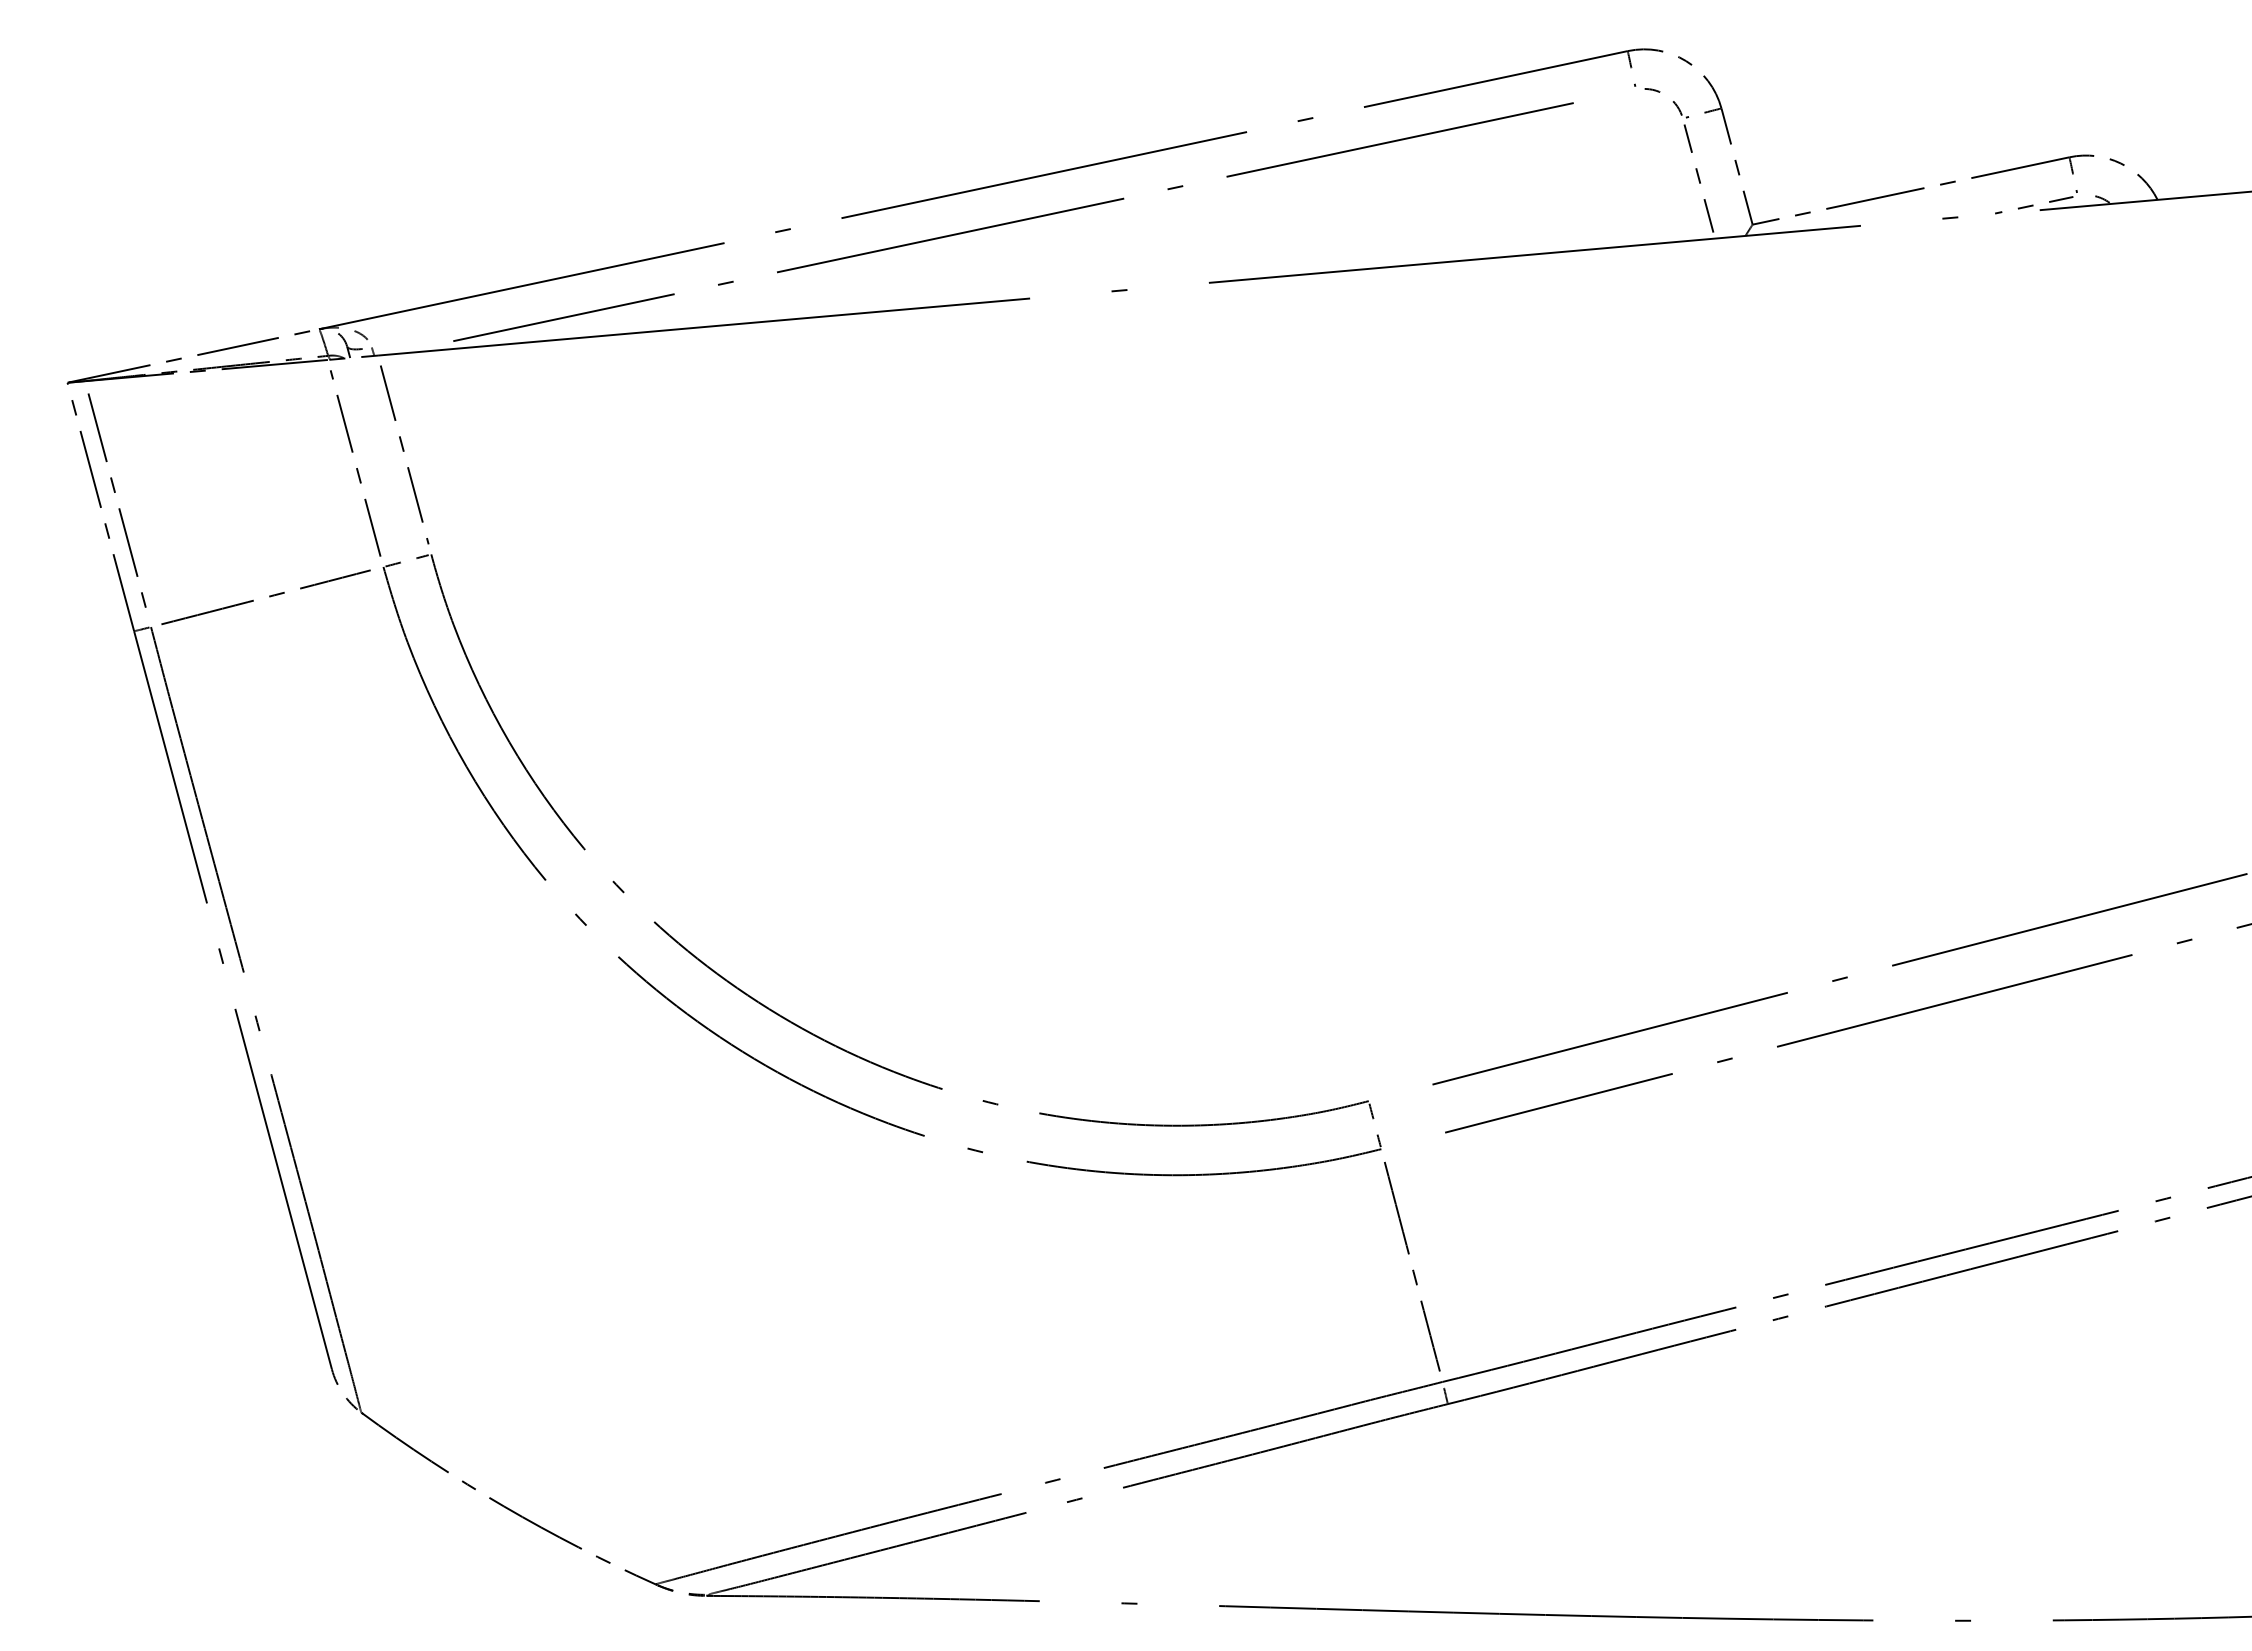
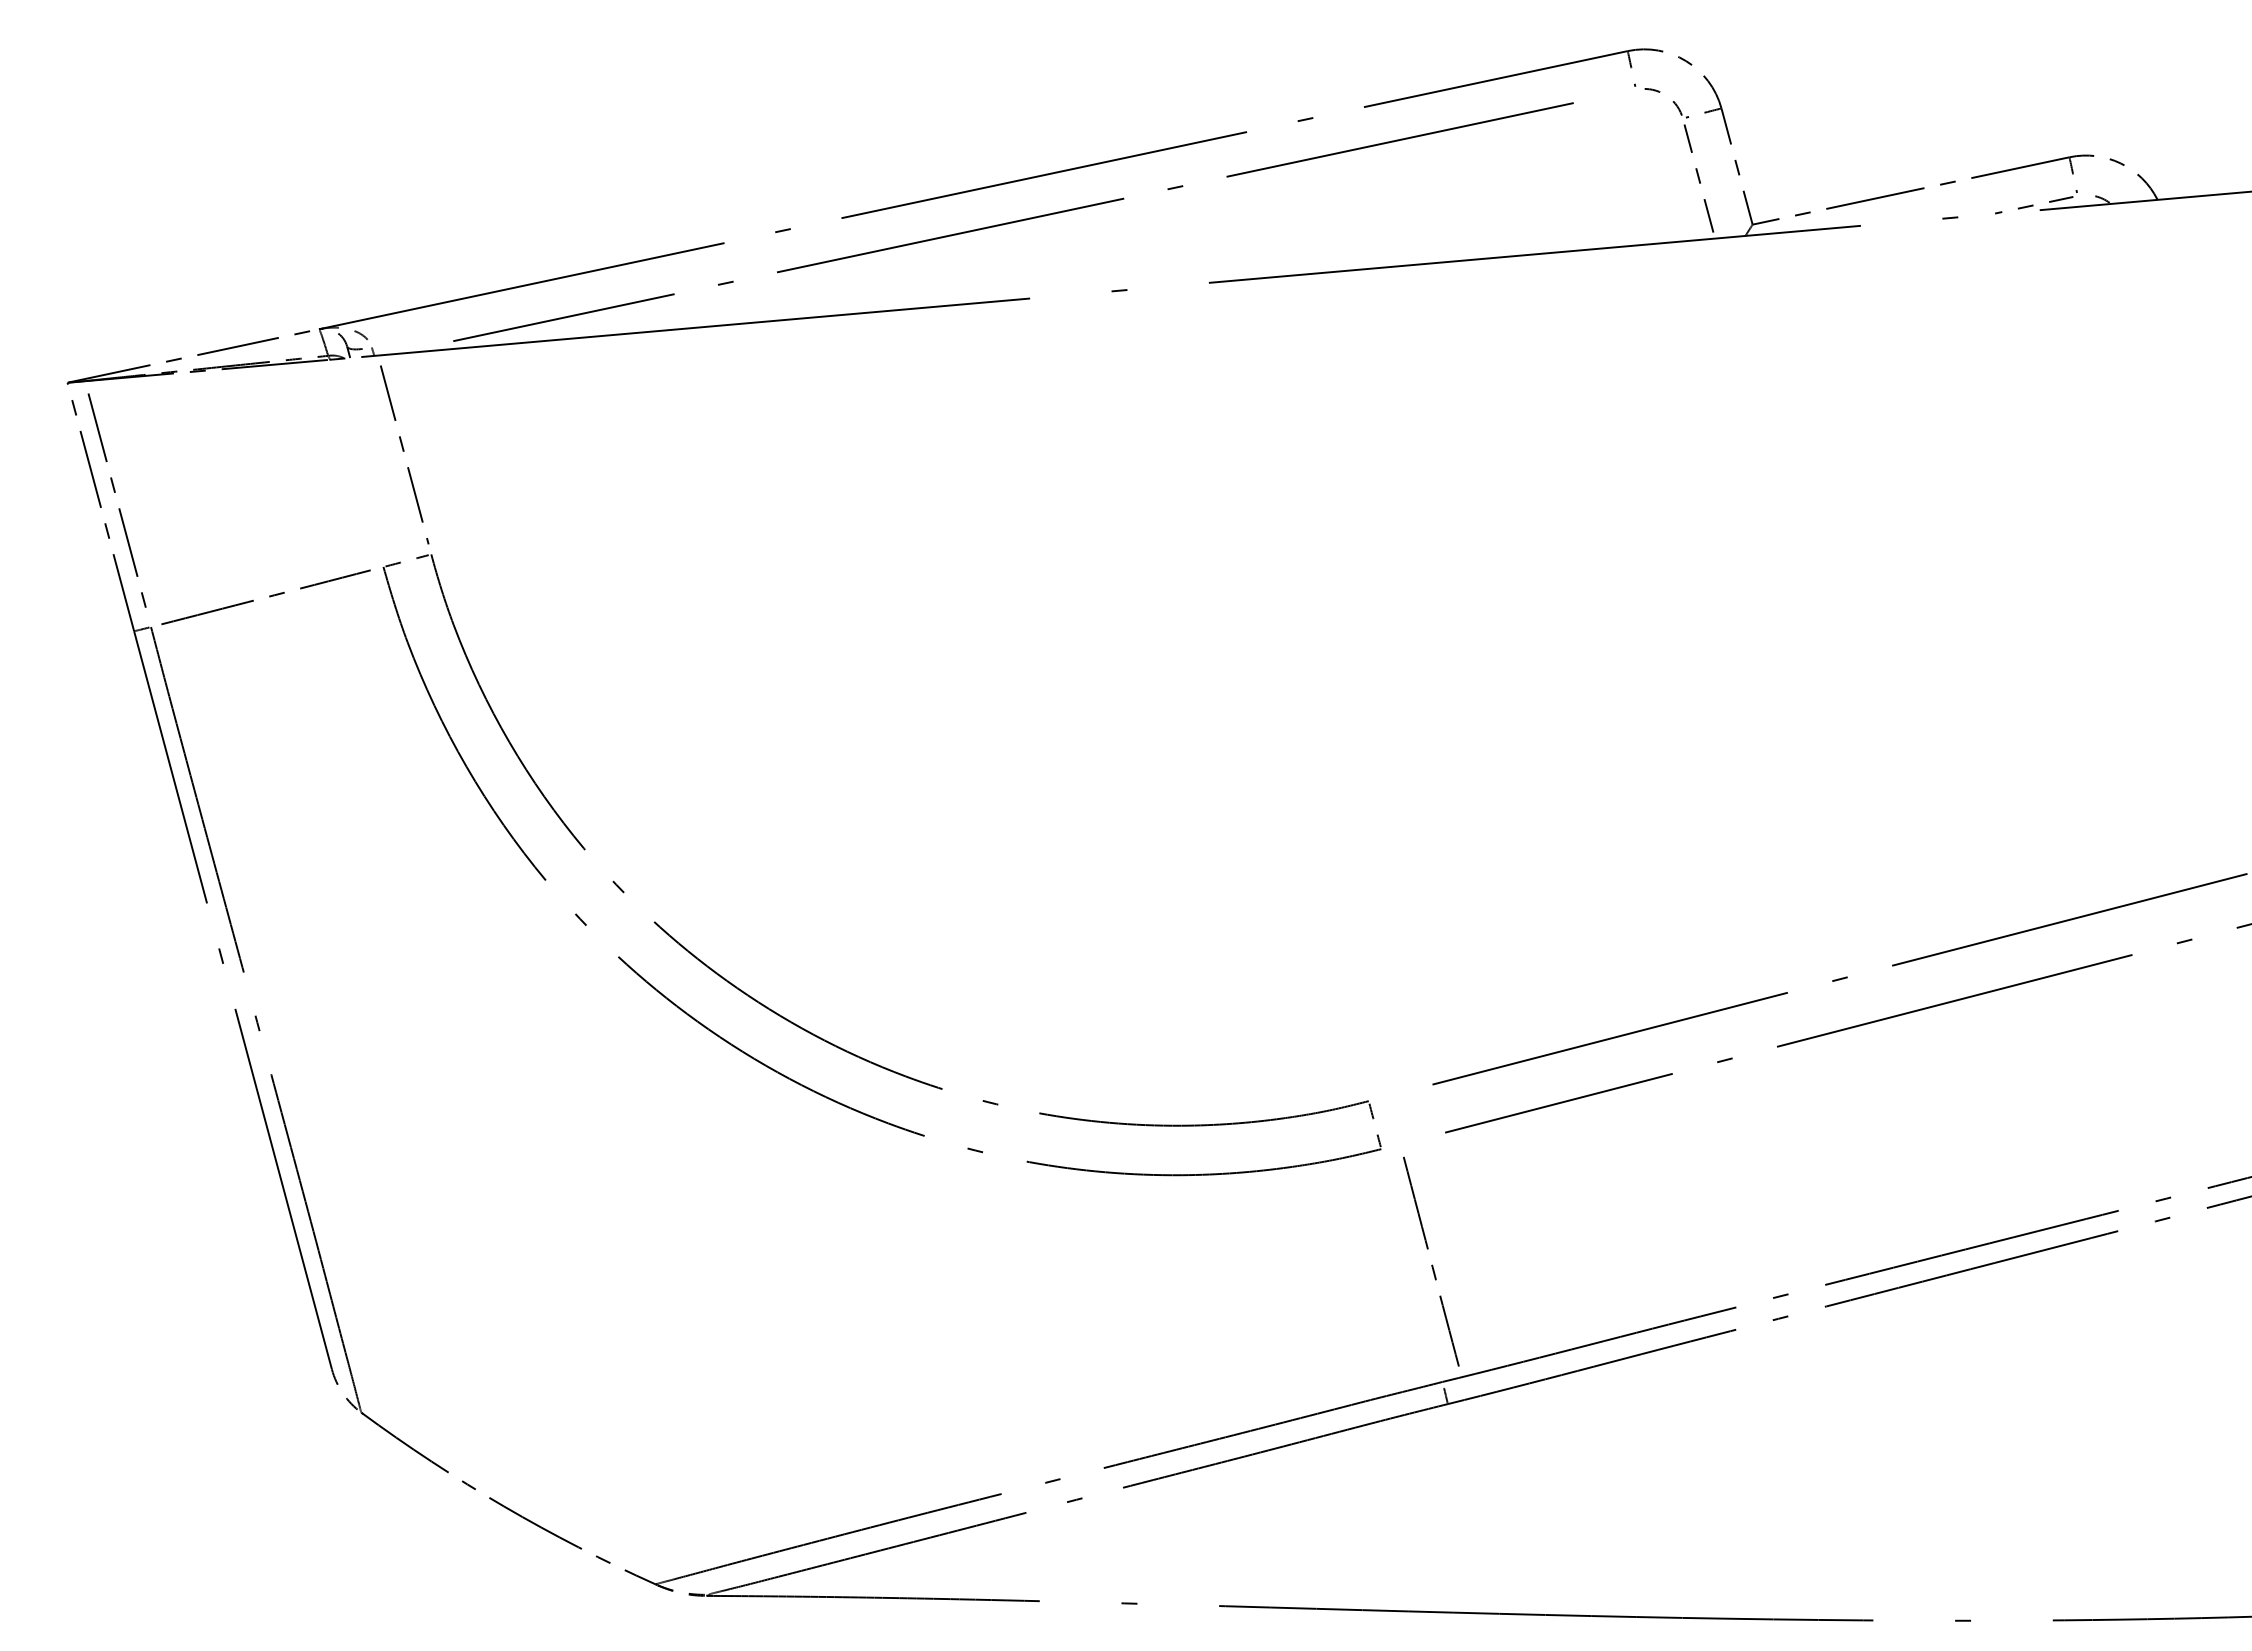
line at (356, 468): present -> none
line at (1413, 1269) position: (1413, 1269) -> (1432, 1264)
